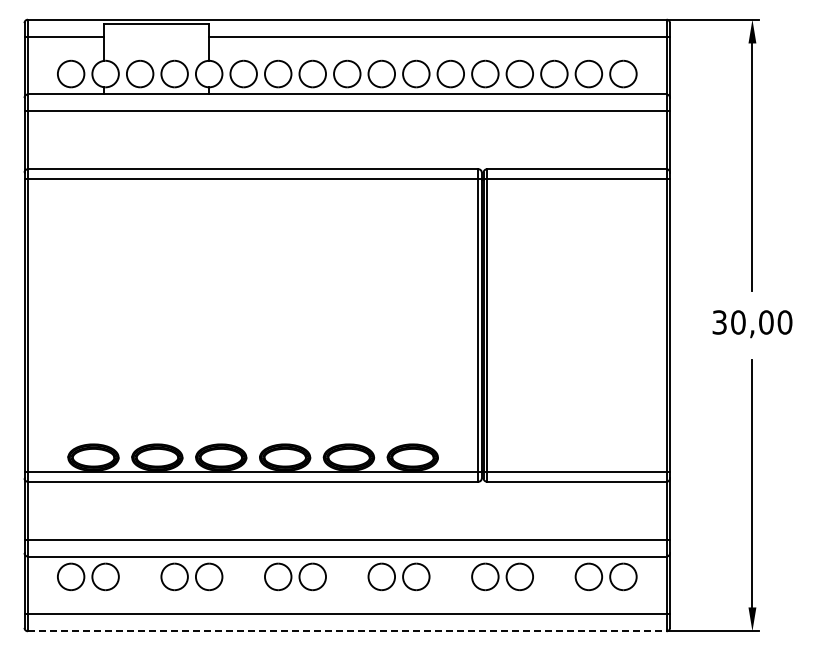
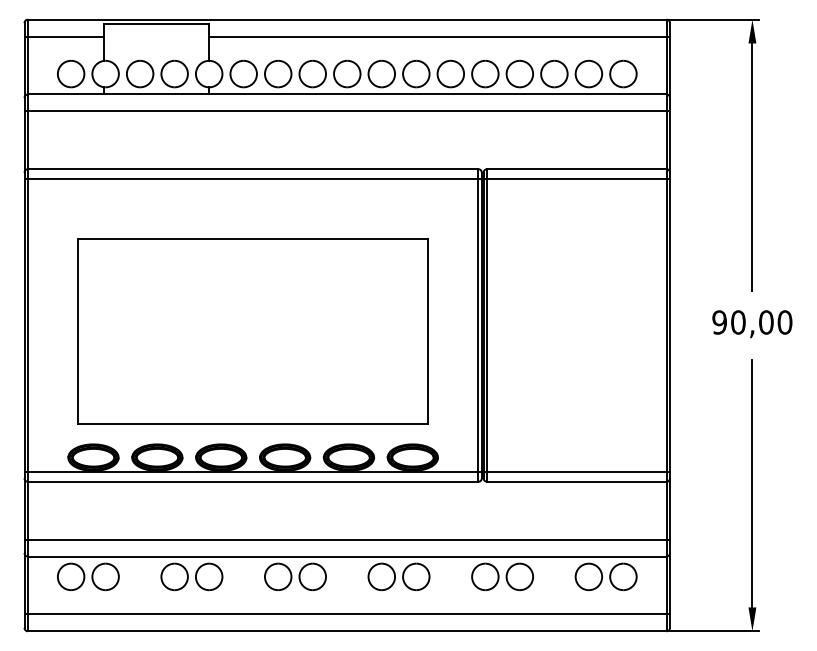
text at (719, 322): 30,00 -> 90,00
part at (252, 331): none -> present
line at (347, 631): dashed -> solid
